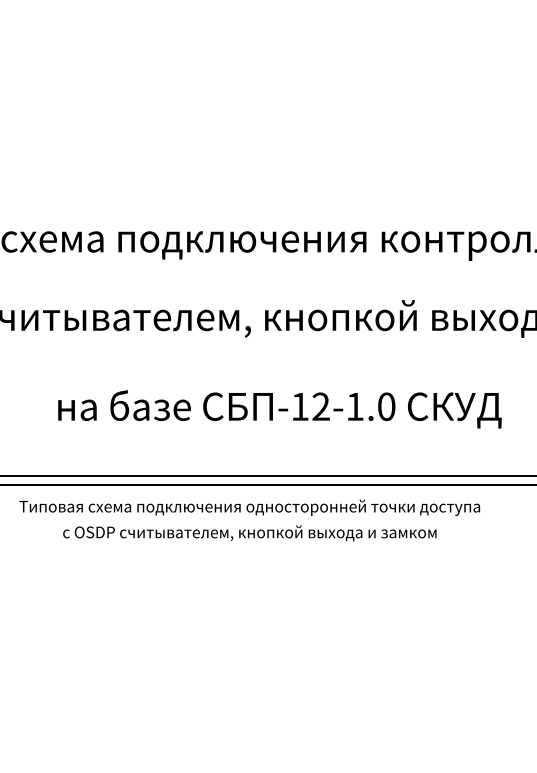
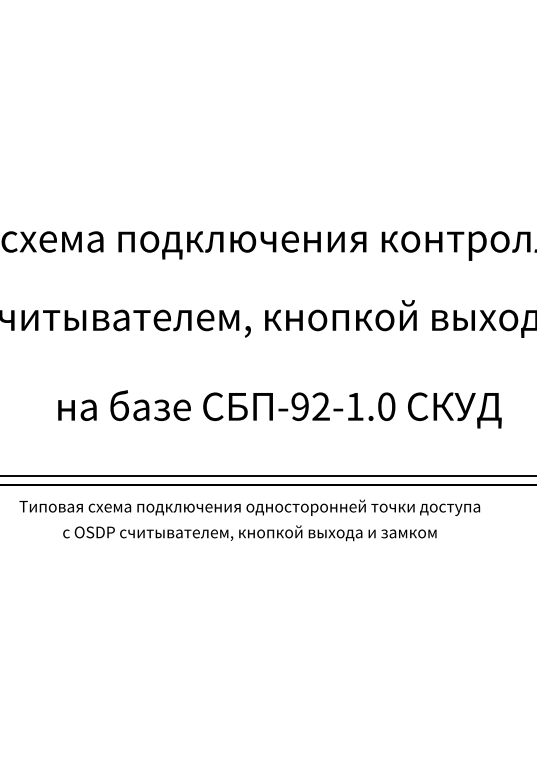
text at (299, 406): -12-1.0 -> -92-1.0
